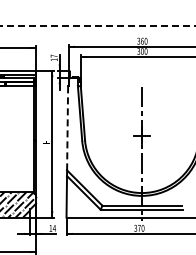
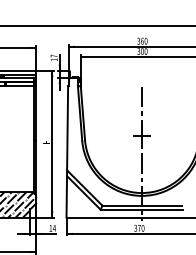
line at (98, 25): dashed -> solid
line at (67, 127): dashed -> solid
